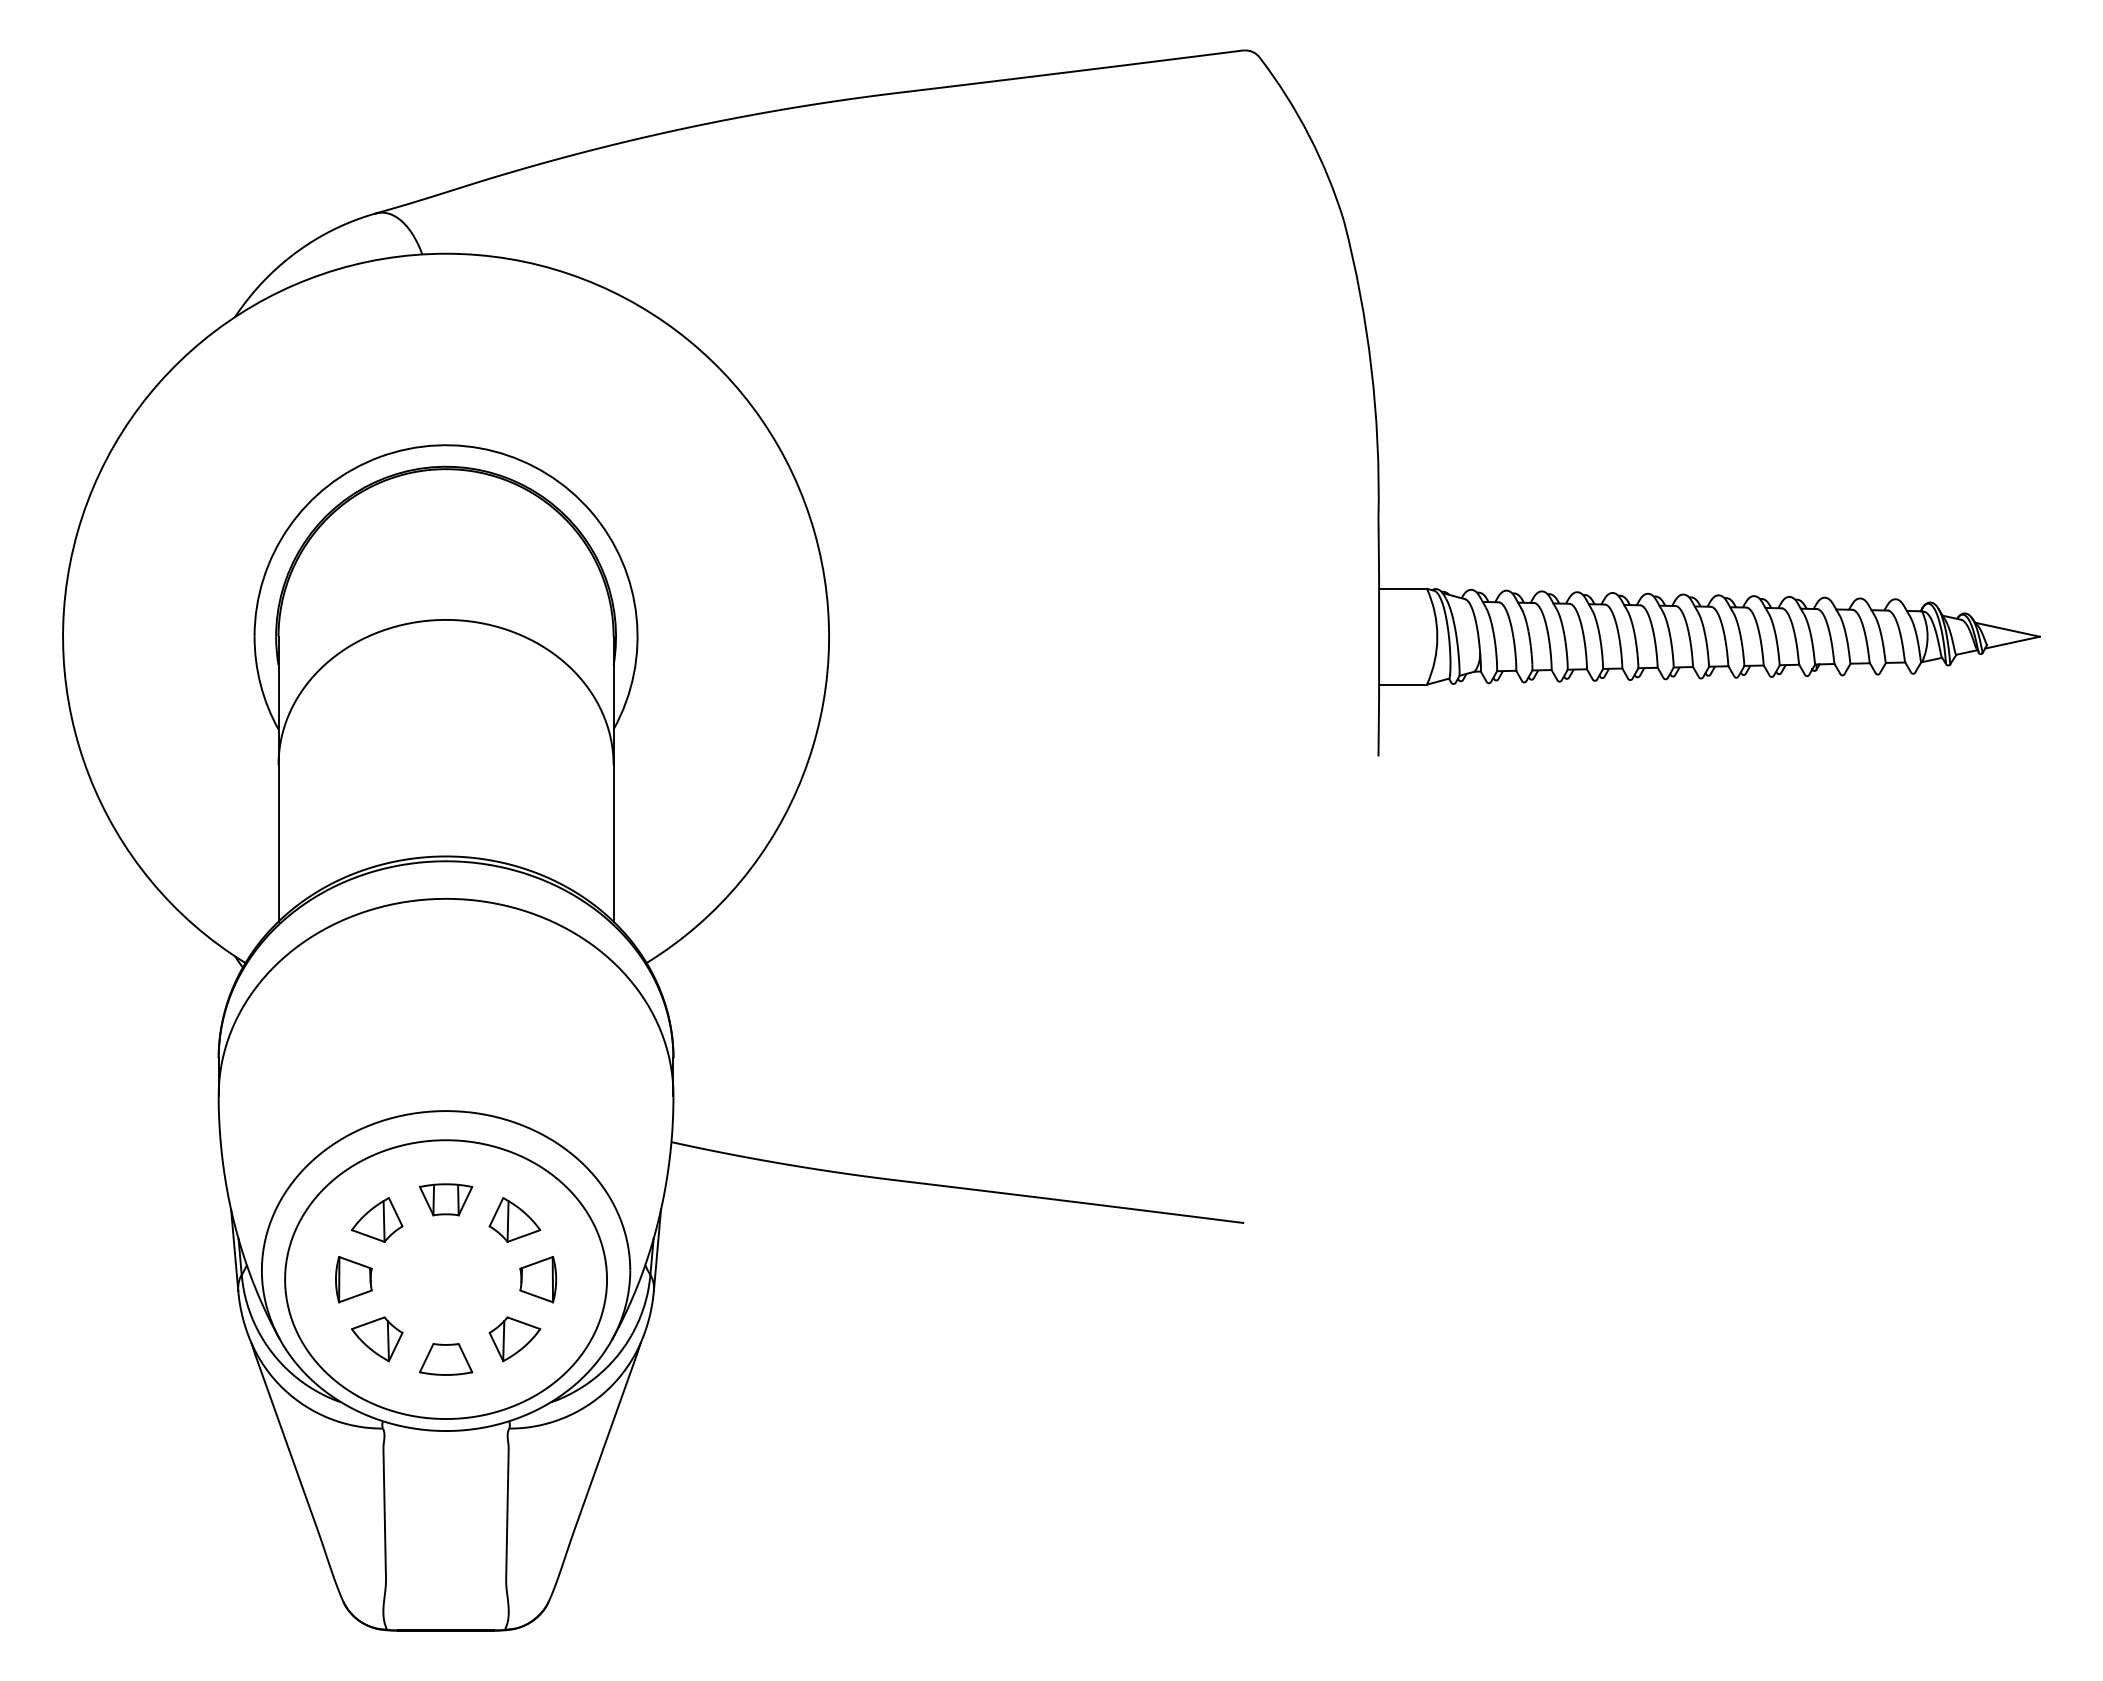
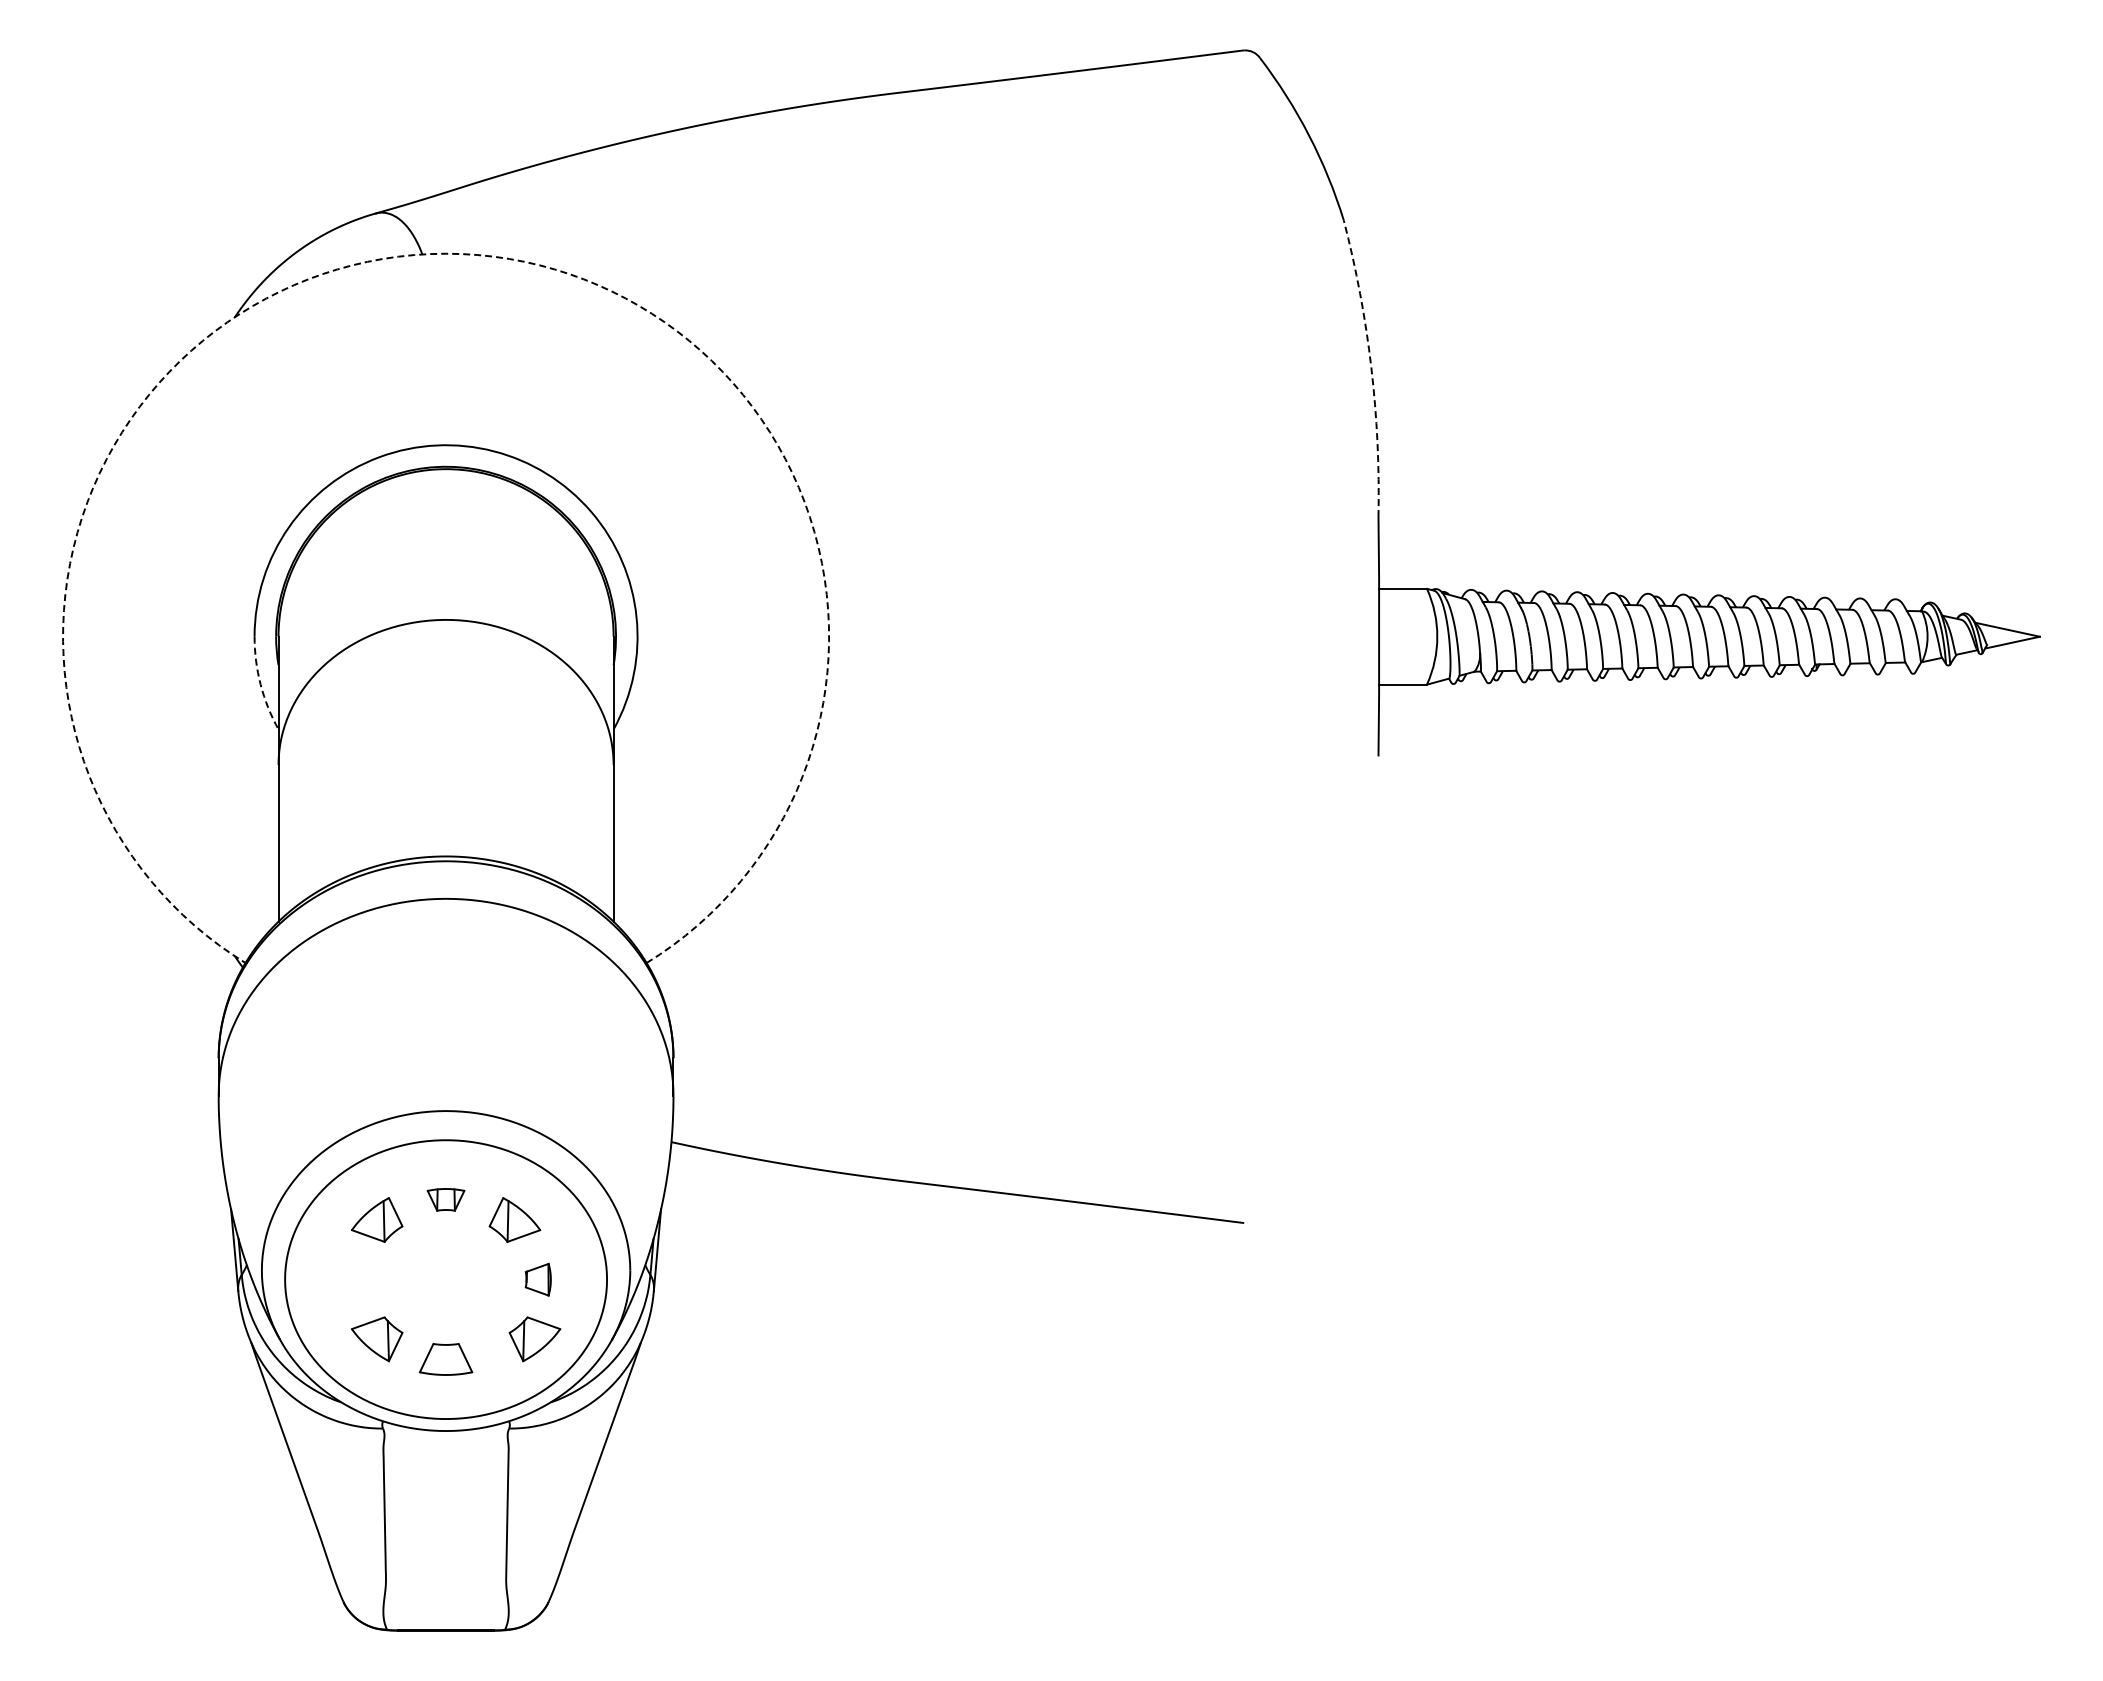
arc at (446, 253): solid -> dashed
arc at (1371, 367): solid -> dashed
arc at (260, 684): solid -> dashed
part at (445, 1199) size: 56x34 px -> 40x24 px
part at (353, 1279): present -> none
part at (538, 1279) size: 39x48 px -> 28x34 px
part at (514, 1339) position: (514, 1339) -> (534, 1339)
